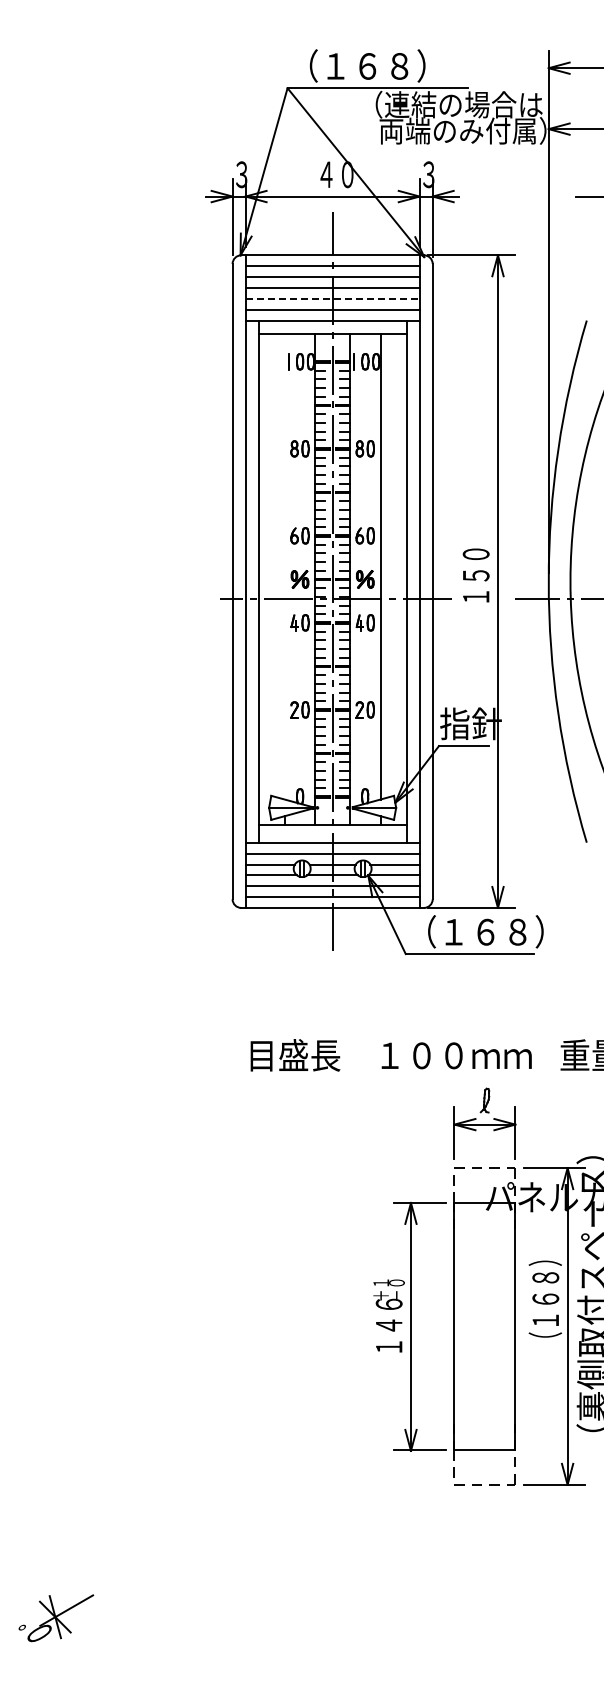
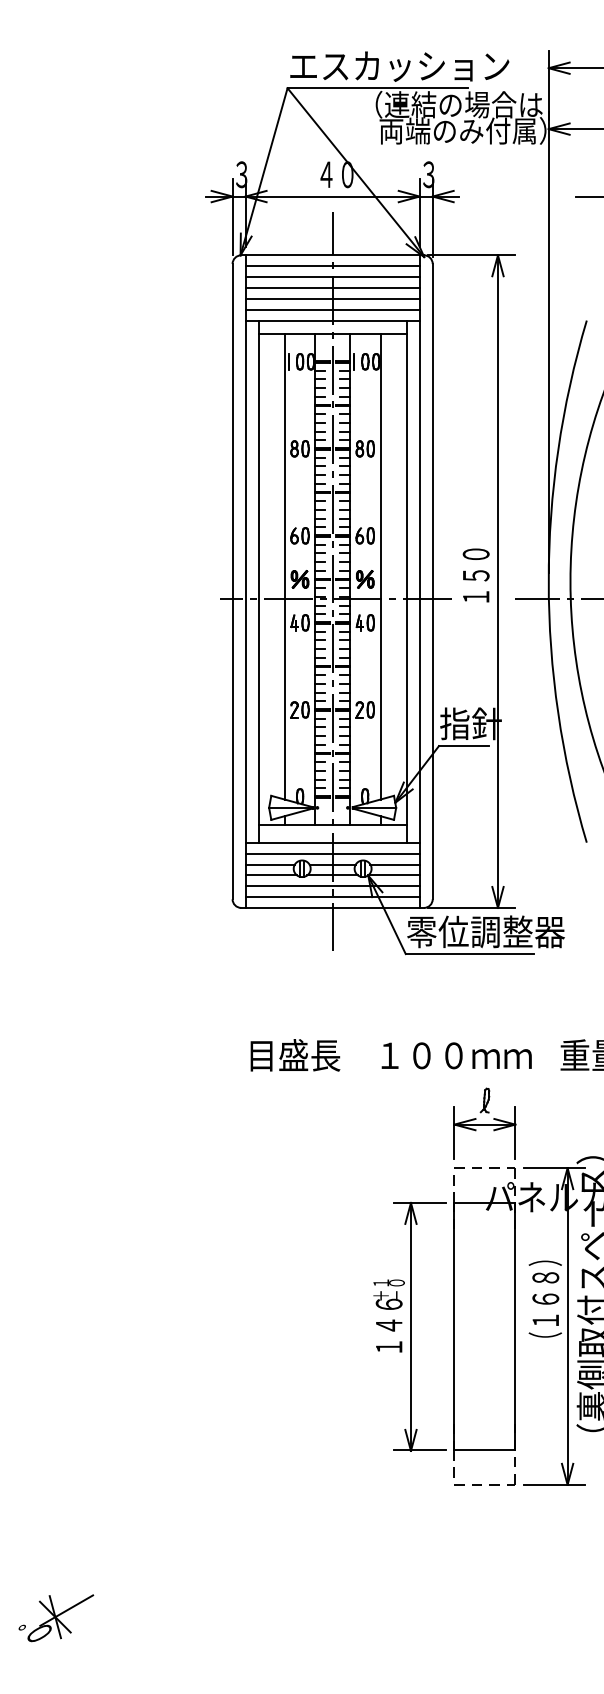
text at (399, 65): （１６８） -> エスカッション
line at (333, 298): dashed -> solid
line at (284, 566): none -> present
text at (485, 931): （１６８） -> 零位調整器
